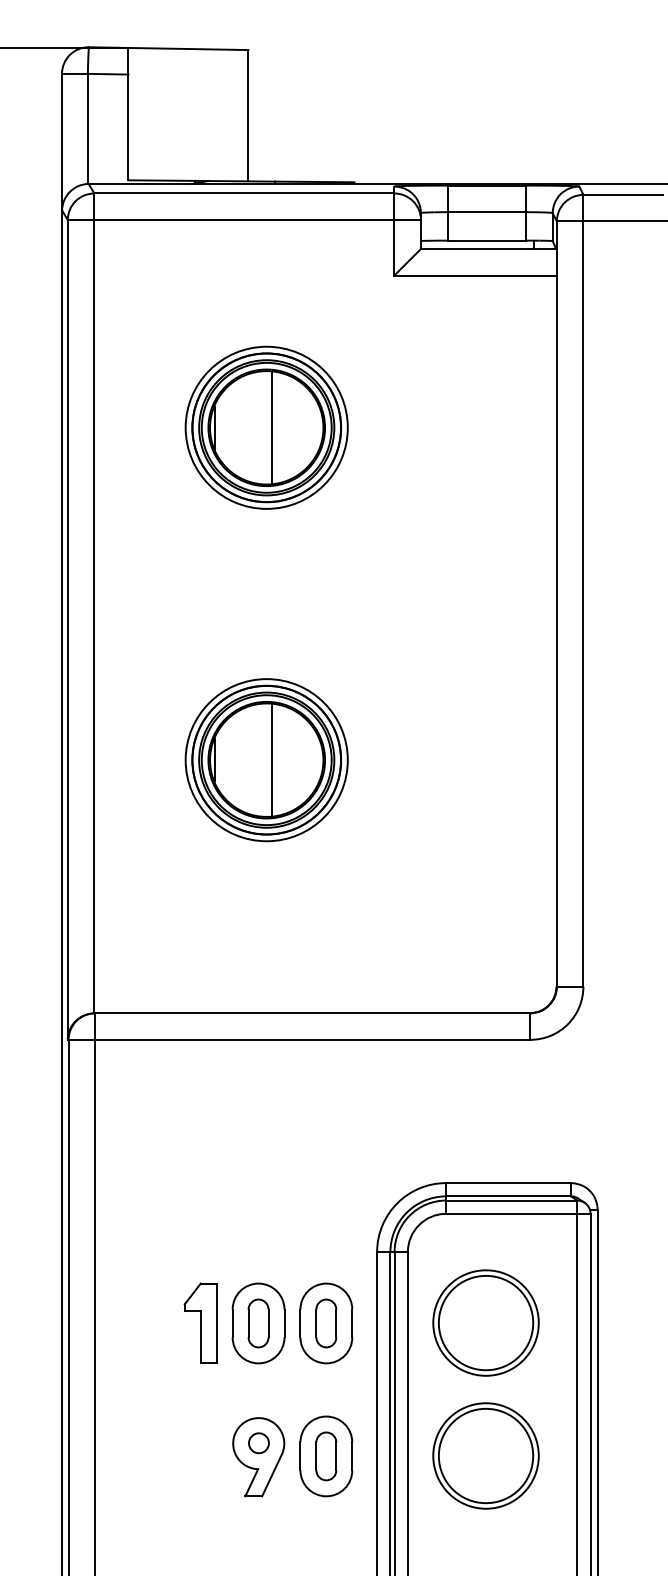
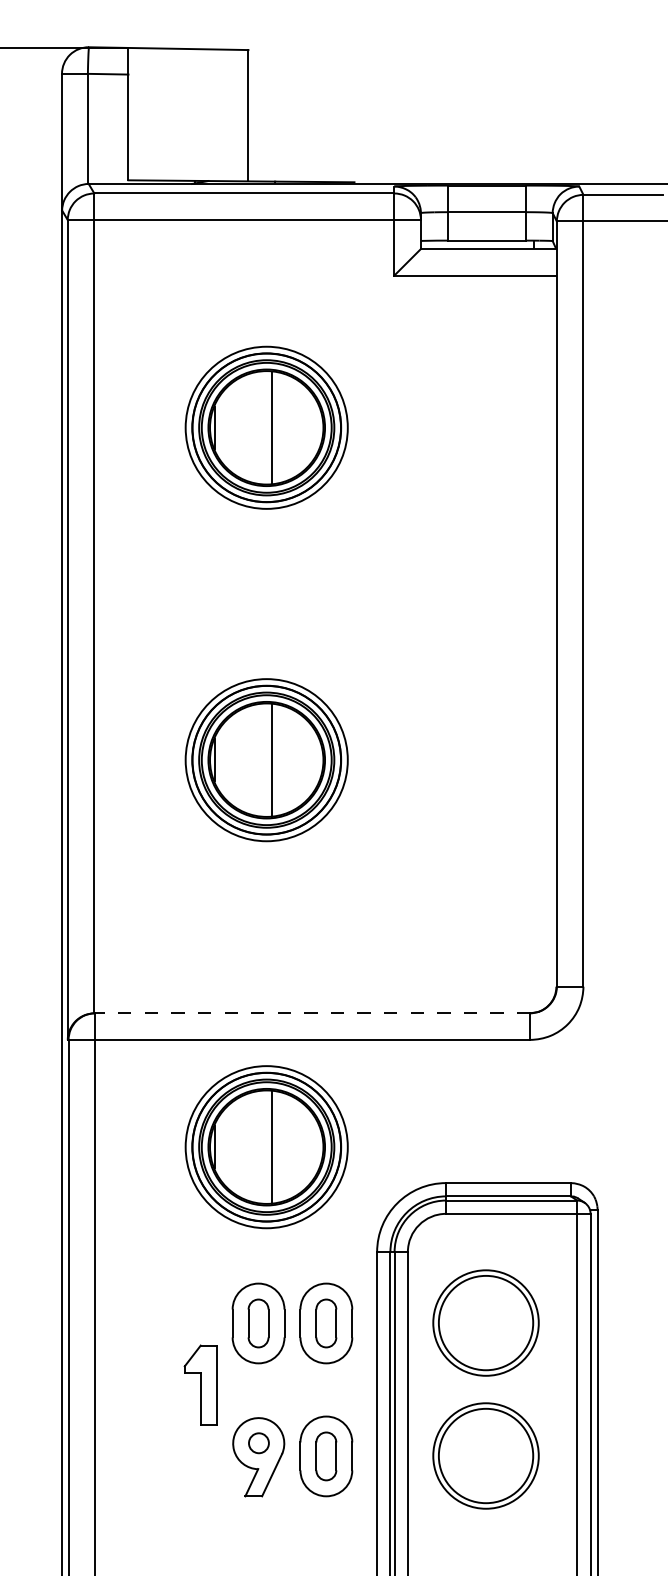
line at (312, 1013): solid -> dashed
part at (266, 1147): none -> present
part at (200, 1322) position: (200, 1322) -> (200, 1384)
